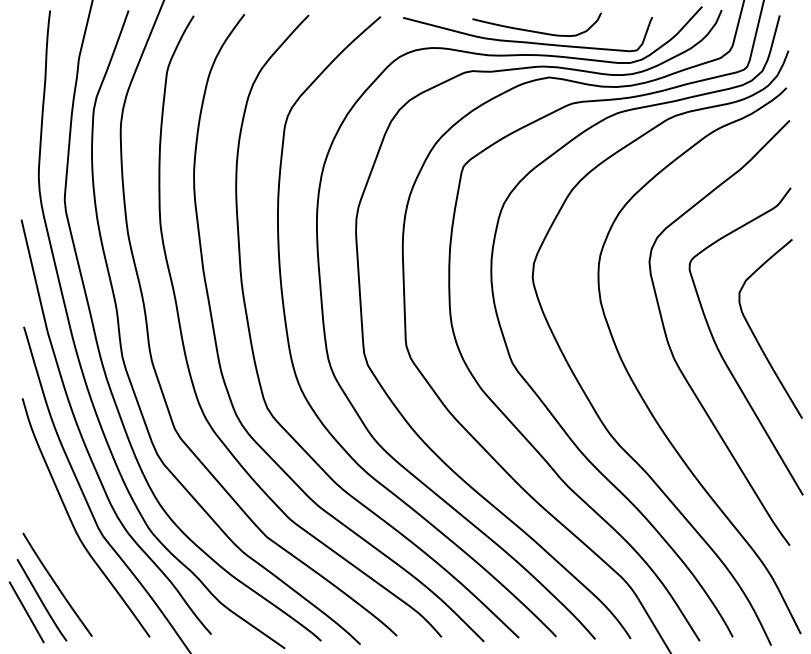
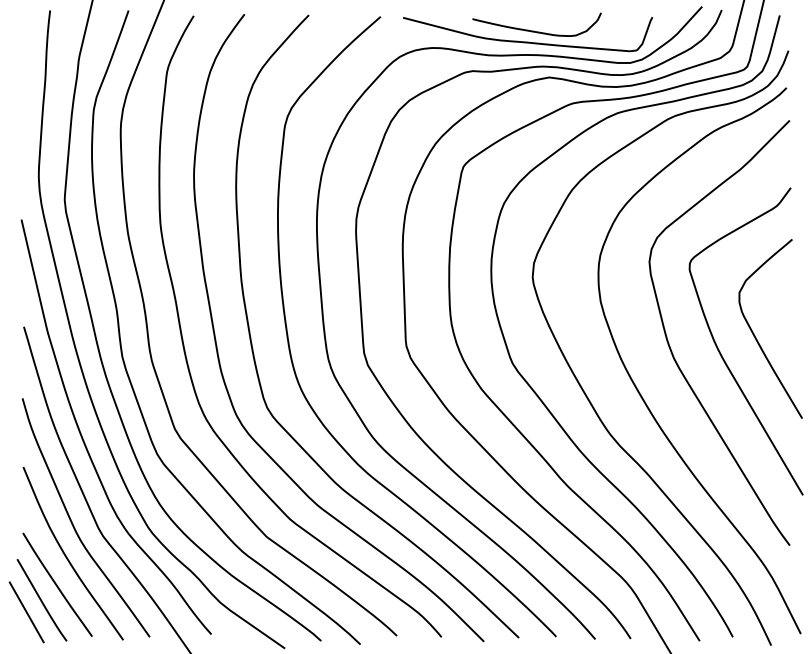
curve at (66, 555): none -> present
